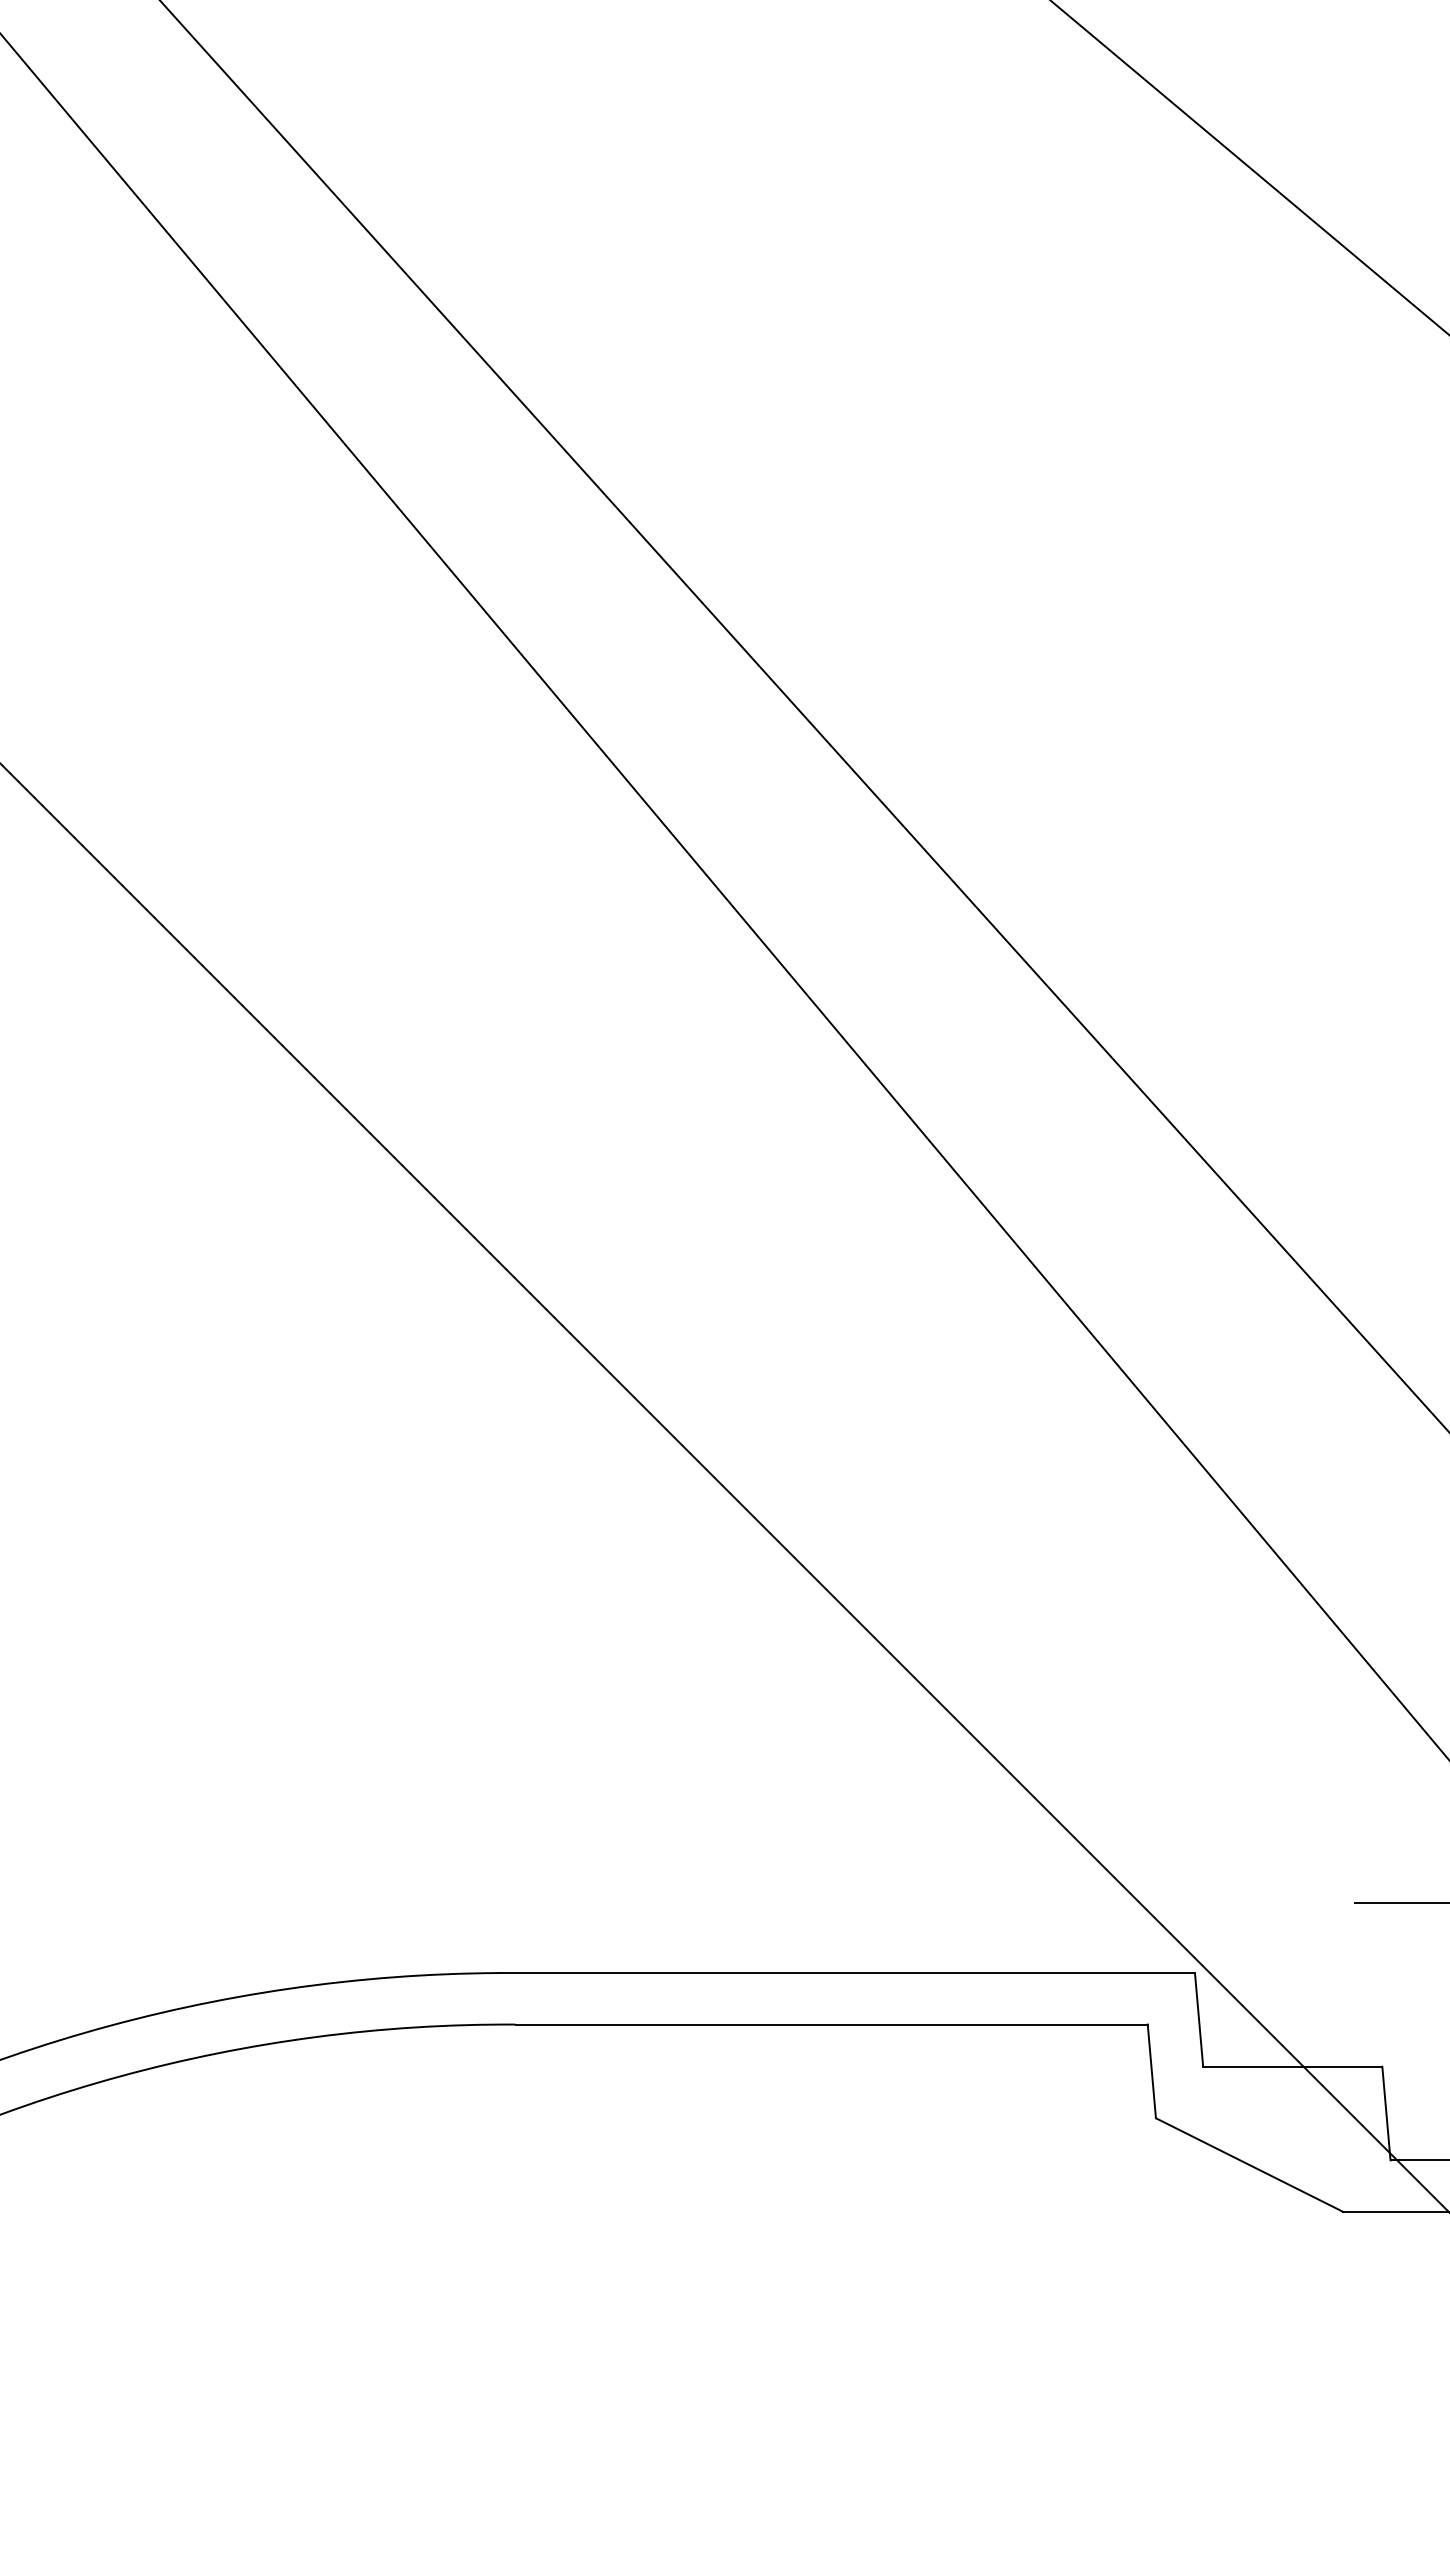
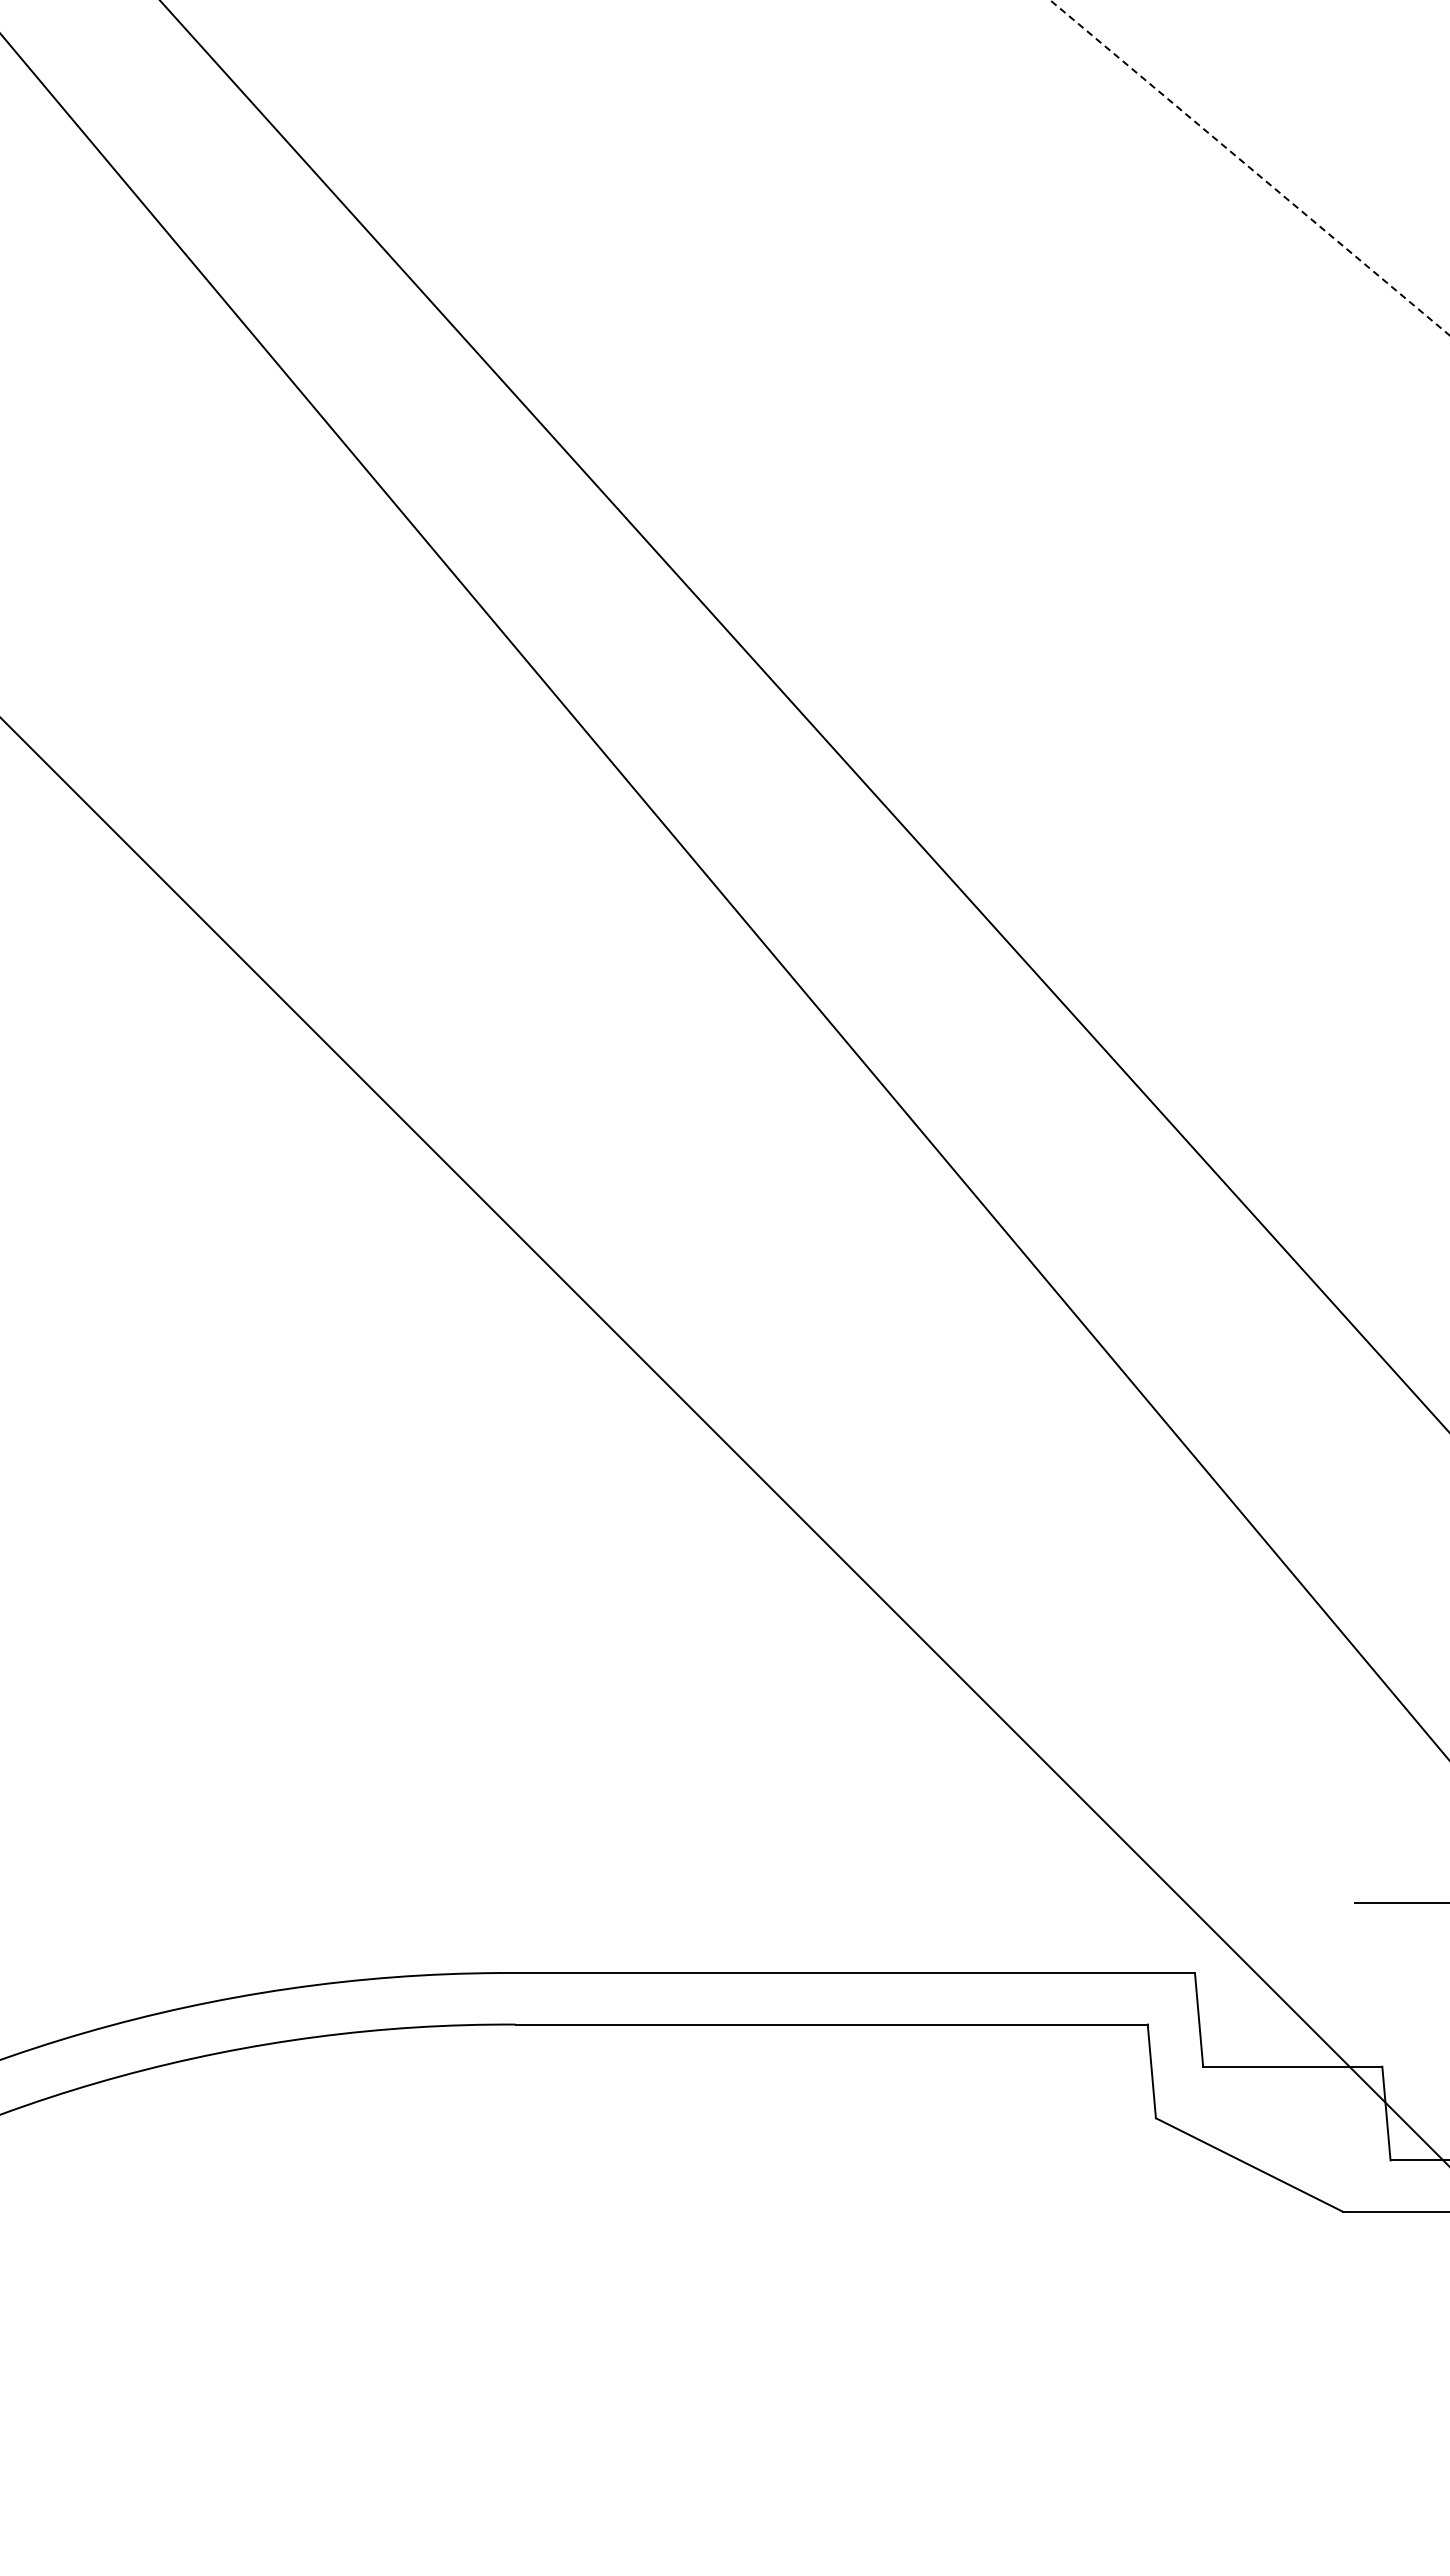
line at (1249, 167): solid -> dashed
line at (724, 1487) position: (724, 1487) -> (724, 1441)
